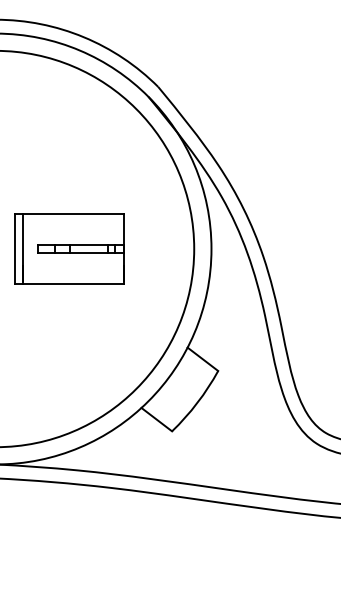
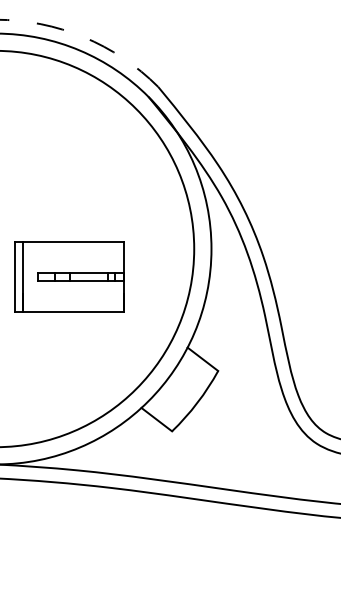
arc at (85, 37): solid -> dashed
part at (69, 248) position: (69, 248) -> (69, 276)
